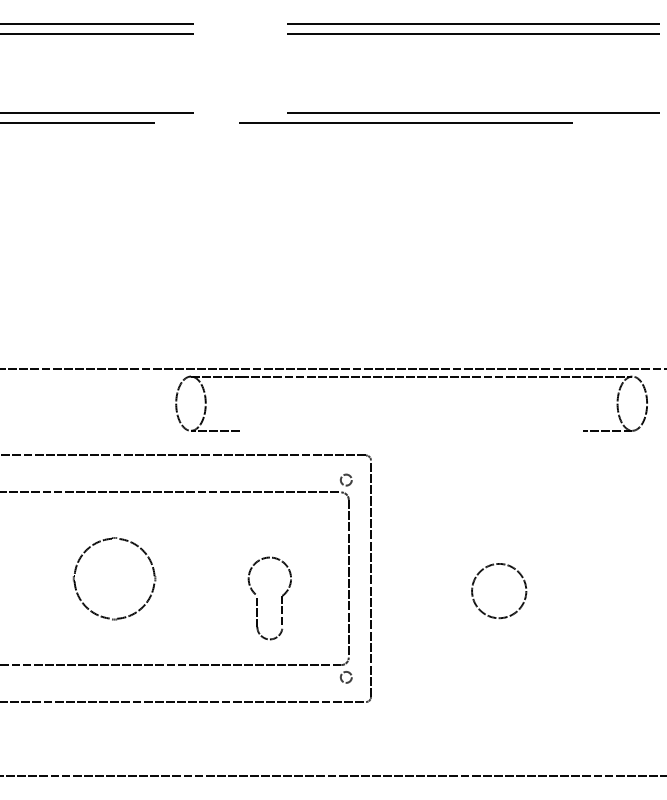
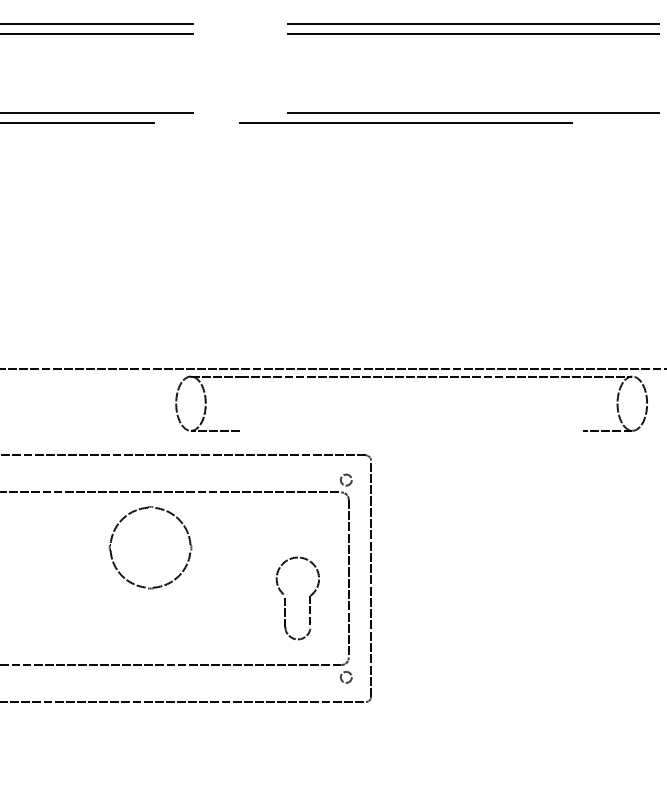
part at (108, 540) position: (108, 540) -> (144, 509)
circle at (499, 591): present -> none
part at (257, 598) position: (257, 598) -> (285, 598)
line at (332, 776): present -> none
